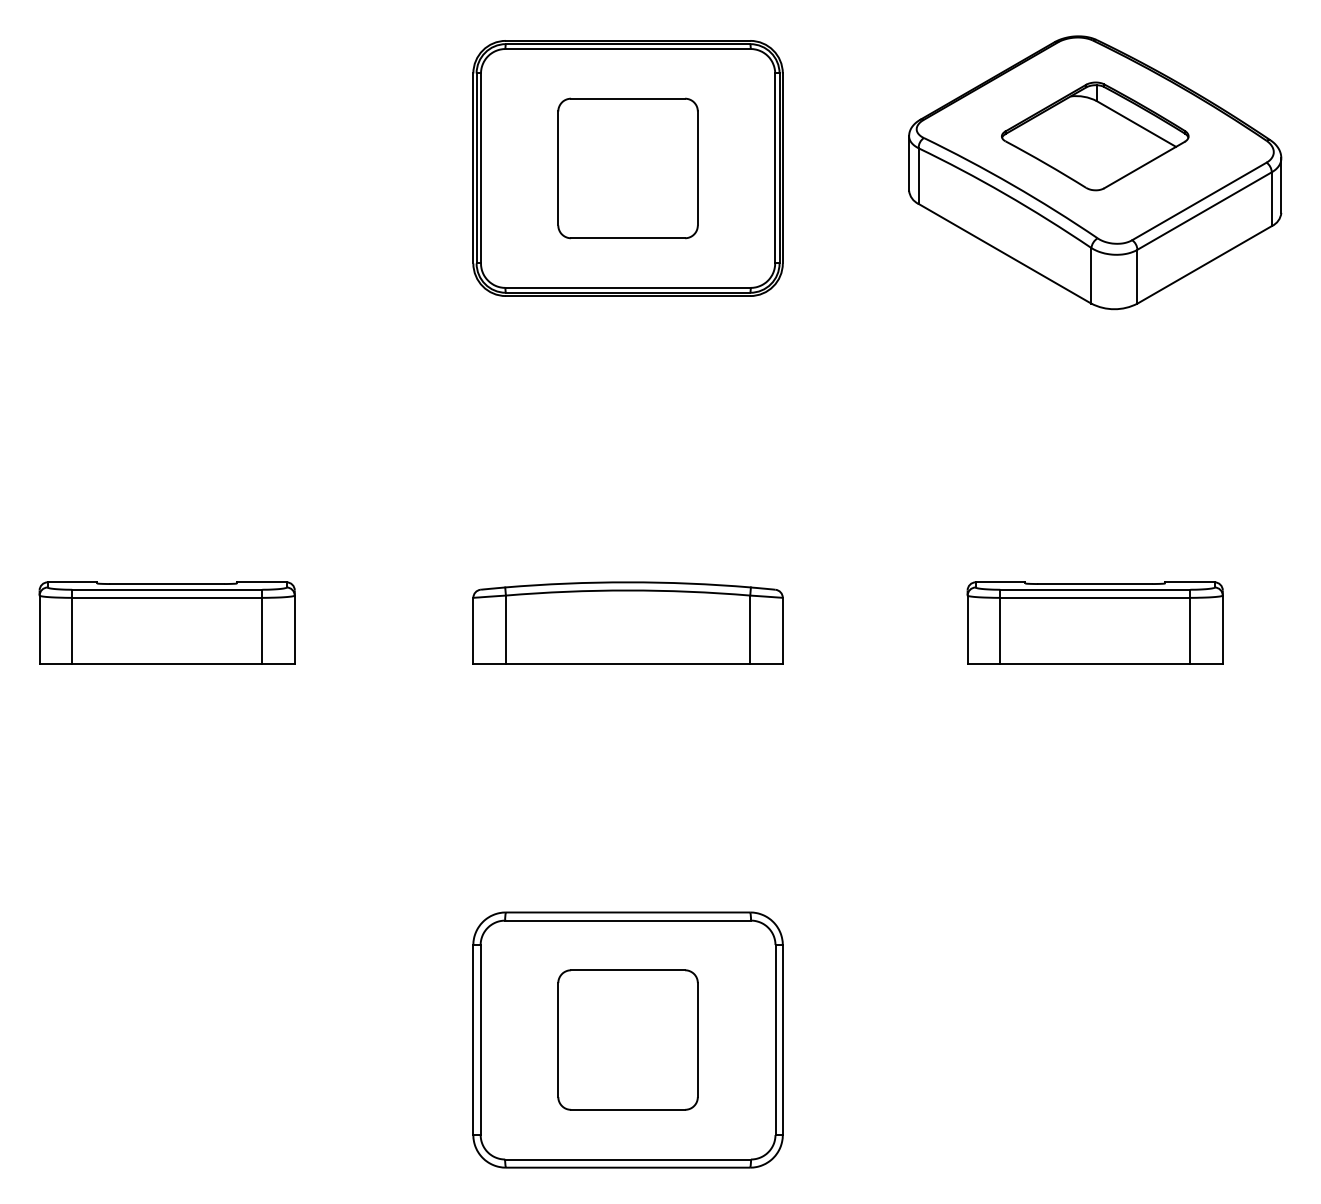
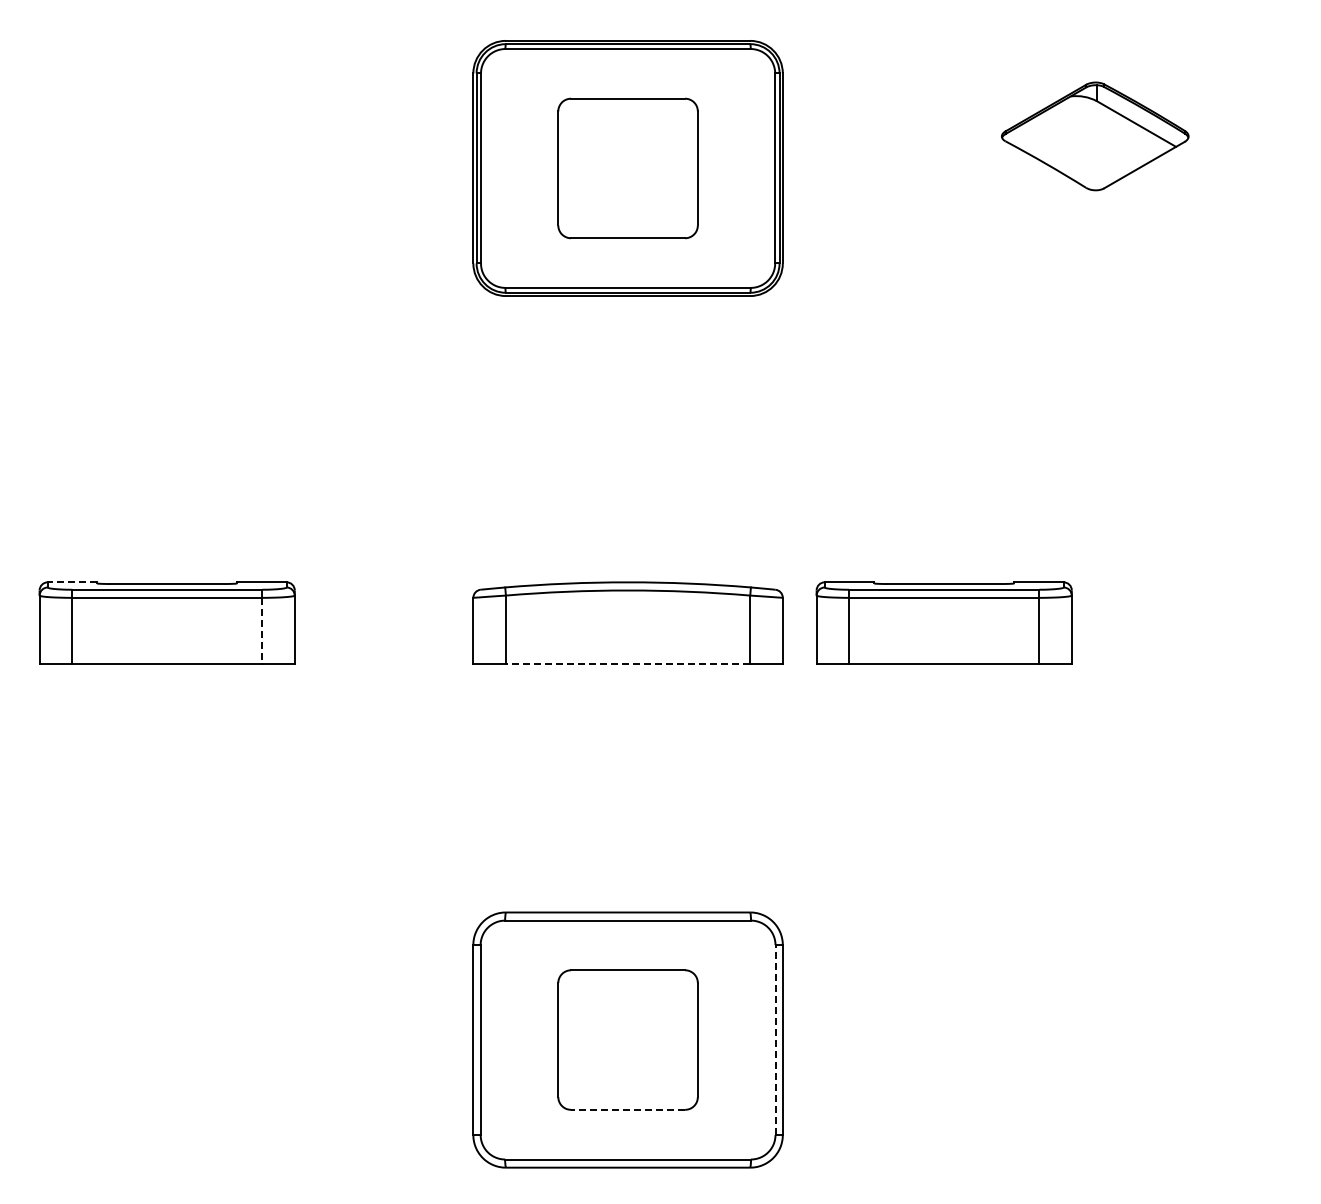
part at (1095, 172): present -> none
line at (72, 582): solid -> dashed
part at (1094, 622) position: (1094, 622) -> (943, 622)
line at (262, 630): solid -> dashed
line at (627, 663): solid -> dashed
line at (775, 1039): solid -> dashed
line at (627, 1109): solid -> dashed
